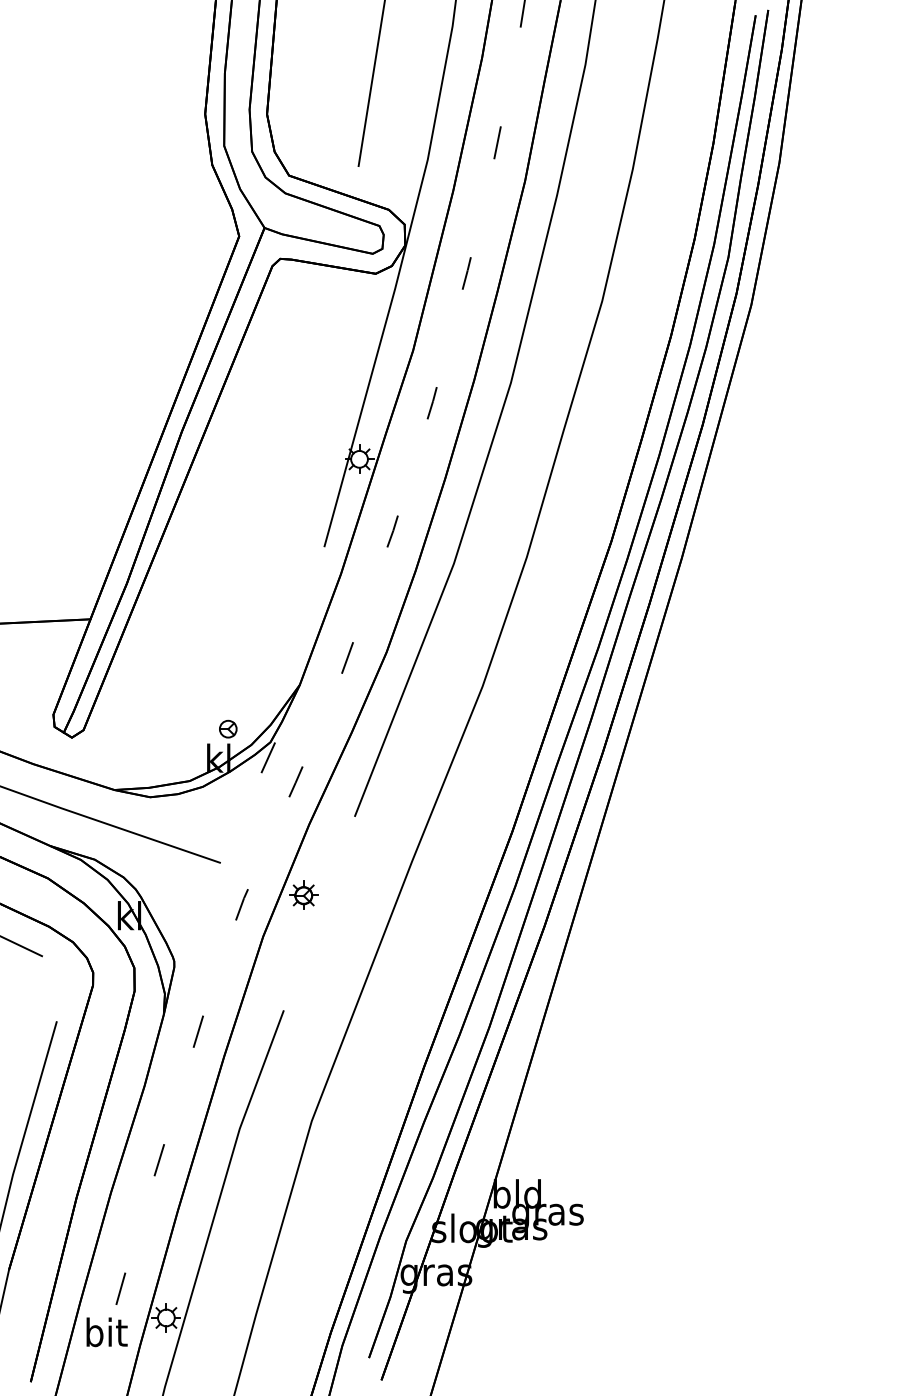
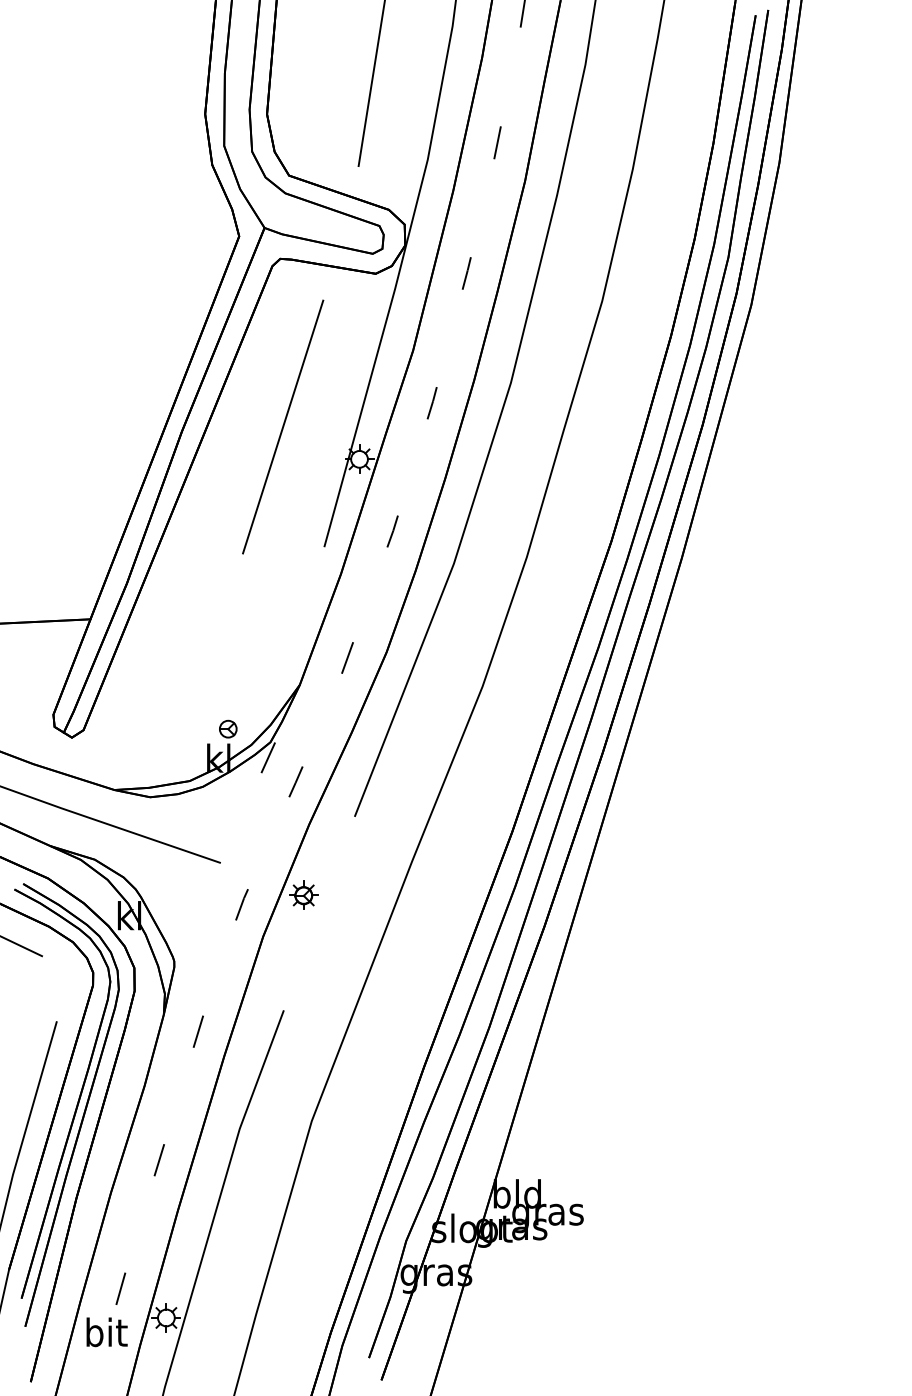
line at (283, 426): none -> present
part at (75, 1107): none -> present
